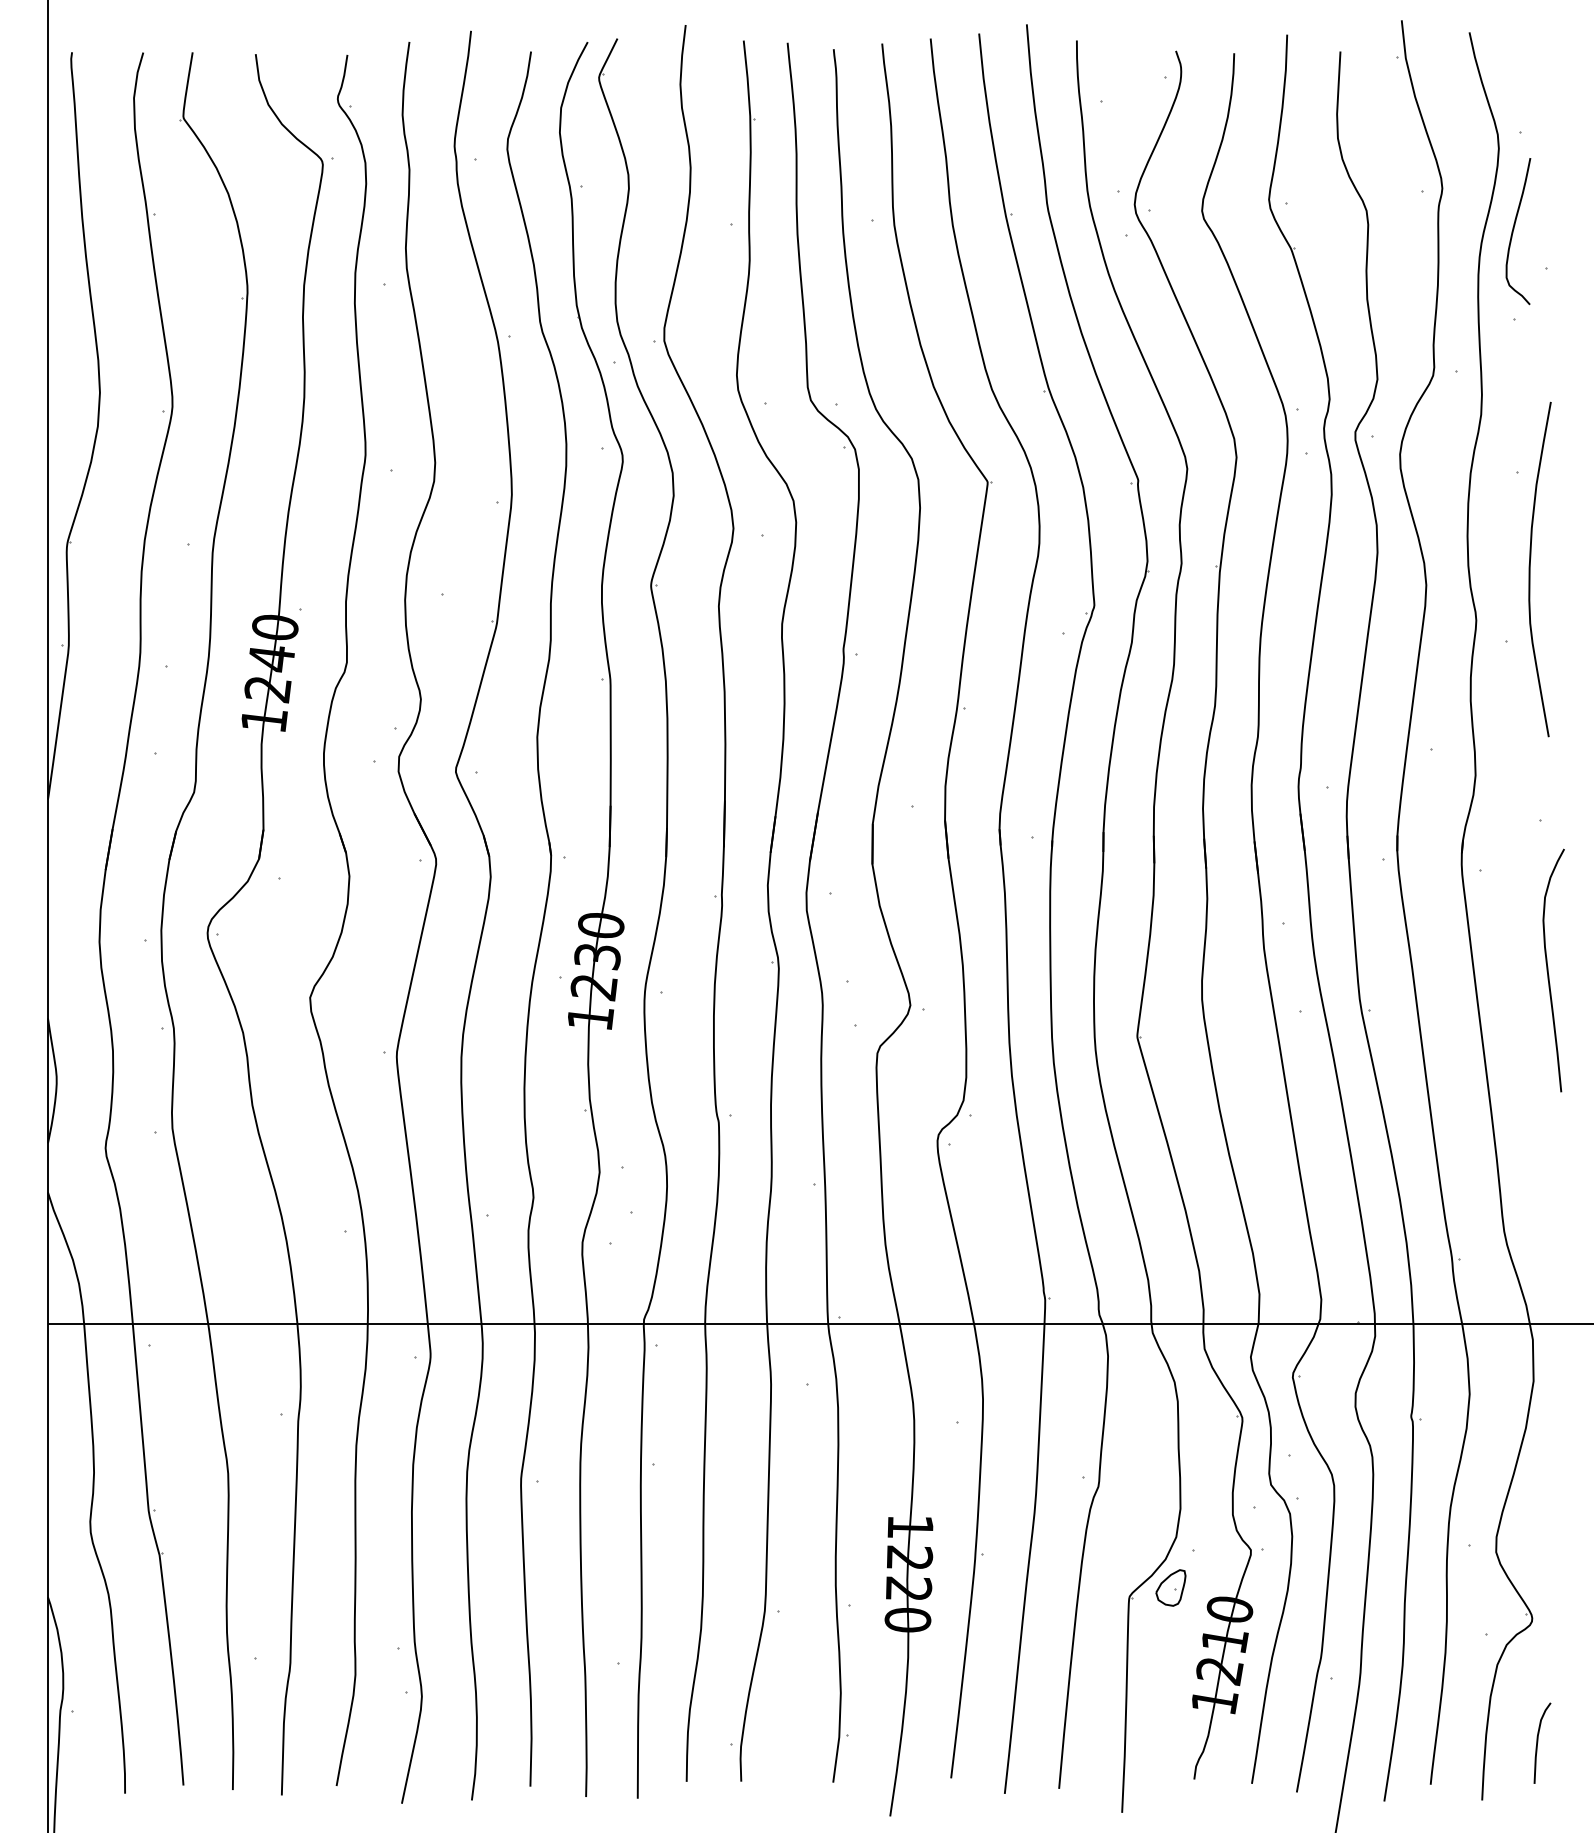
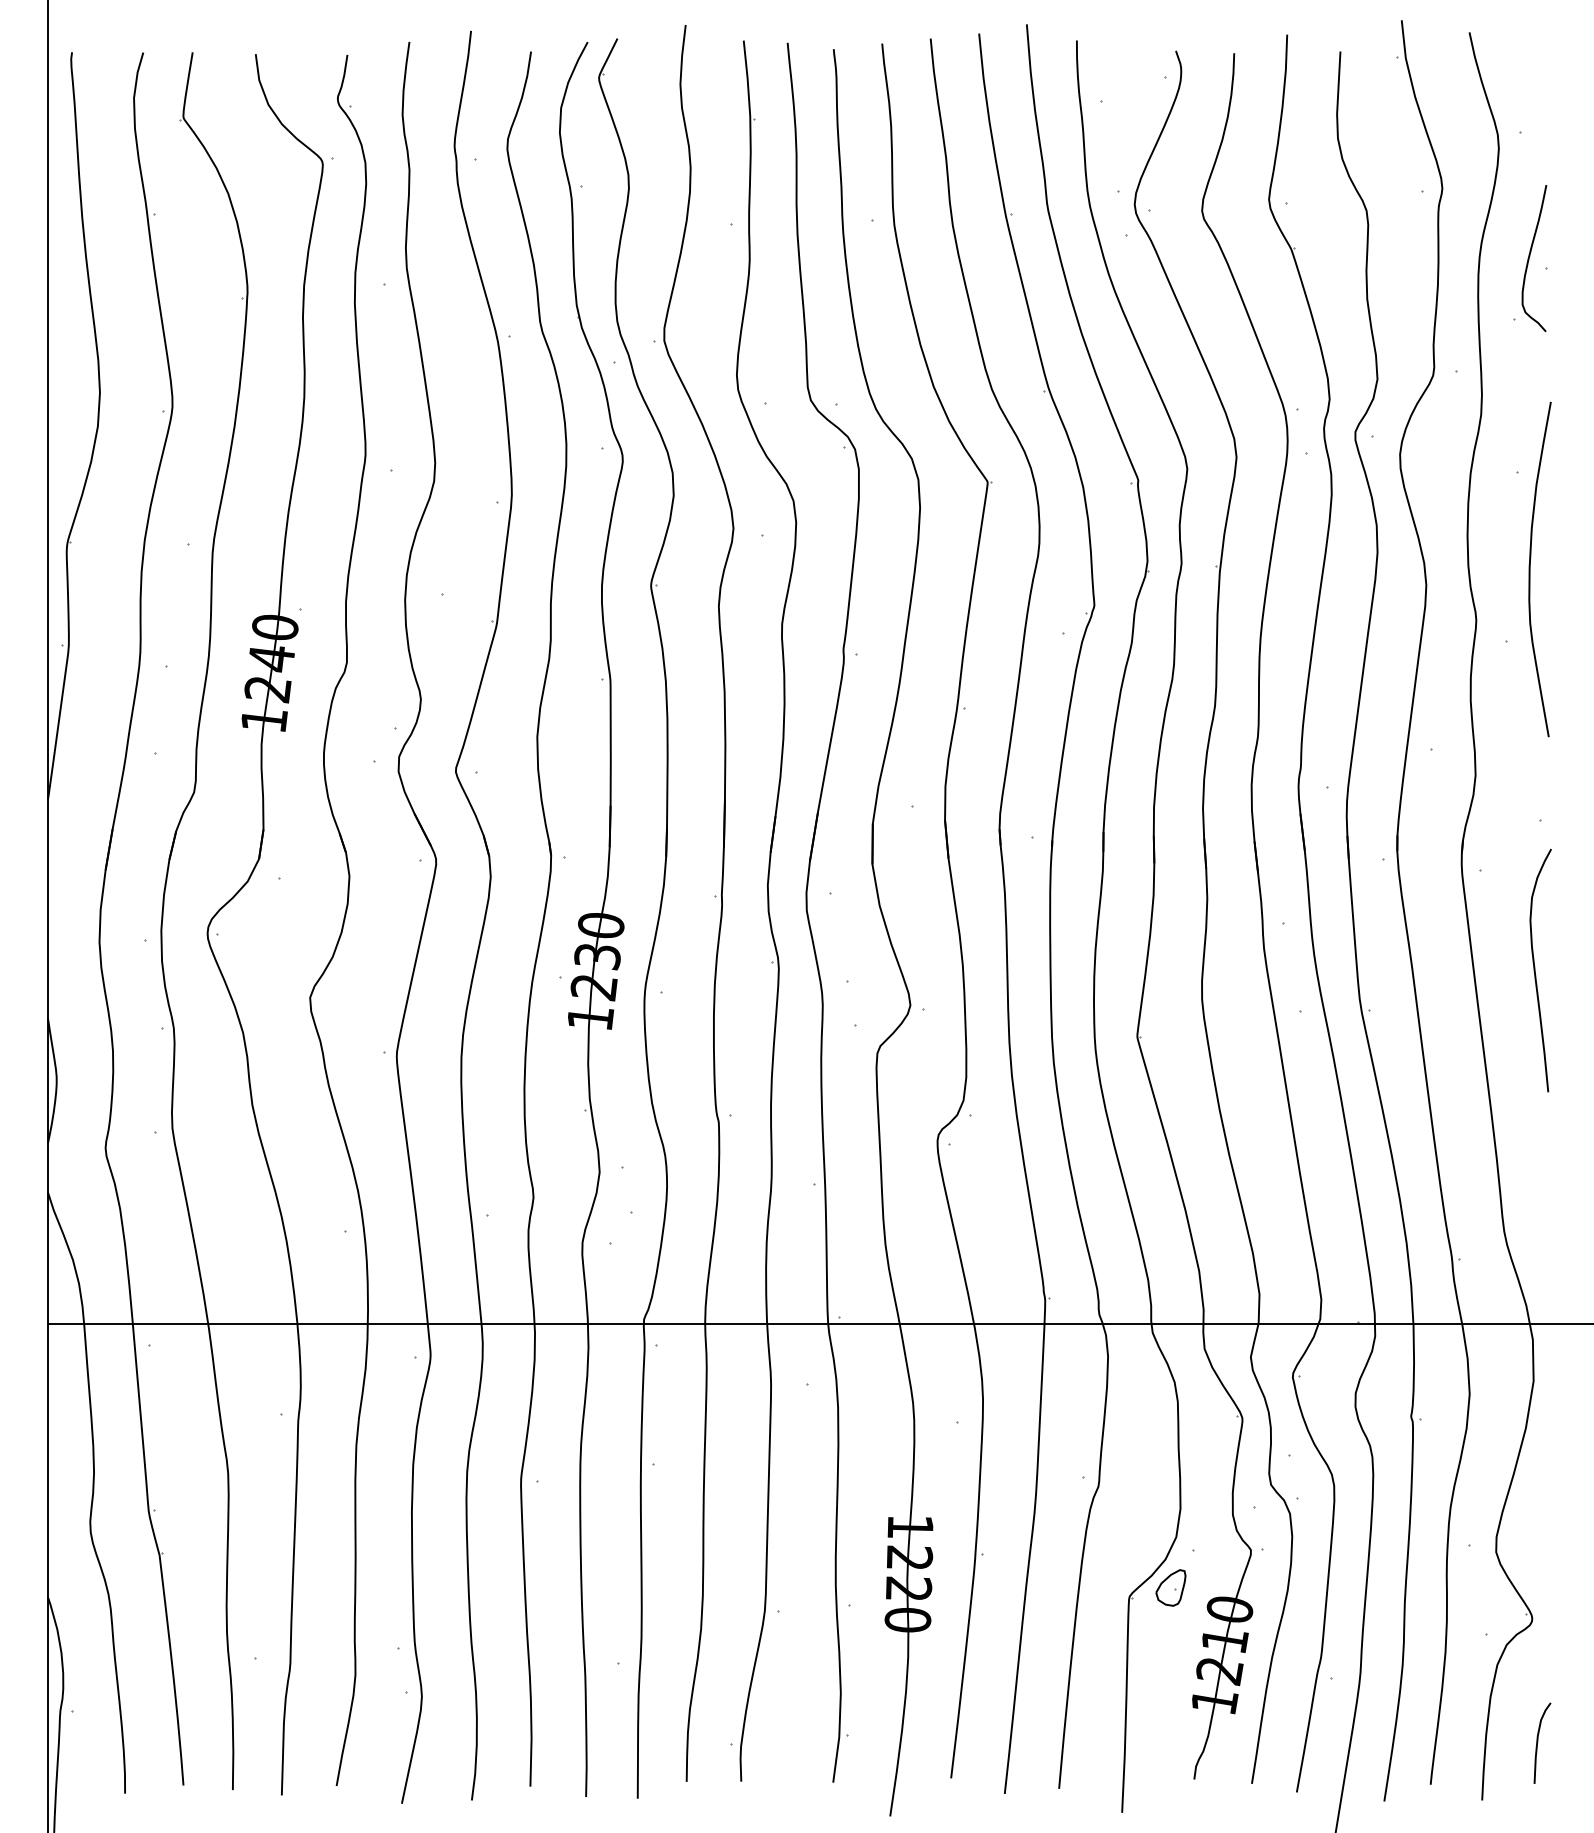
curve at (1514, 229) position: (1514, 229) -> (1530, 256)
curve at (1548, 970) position: (1548, 970) -> (1535, 970)
